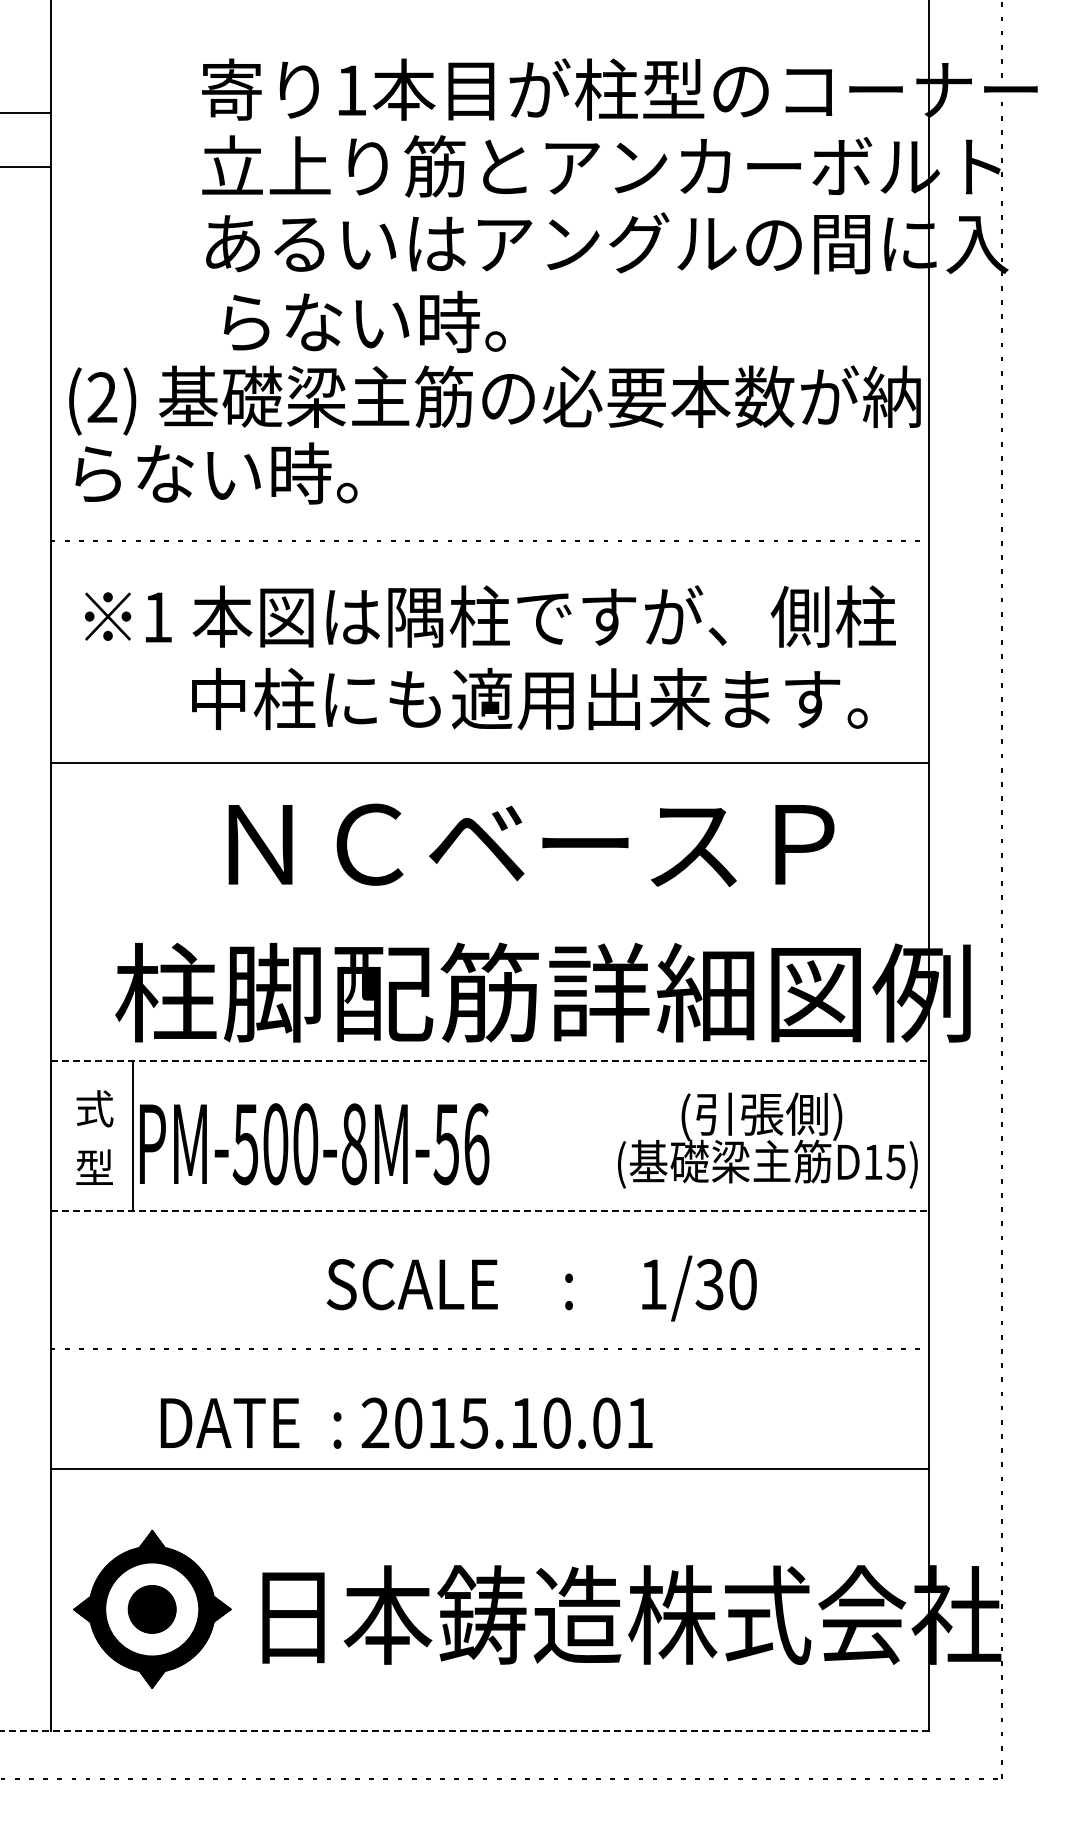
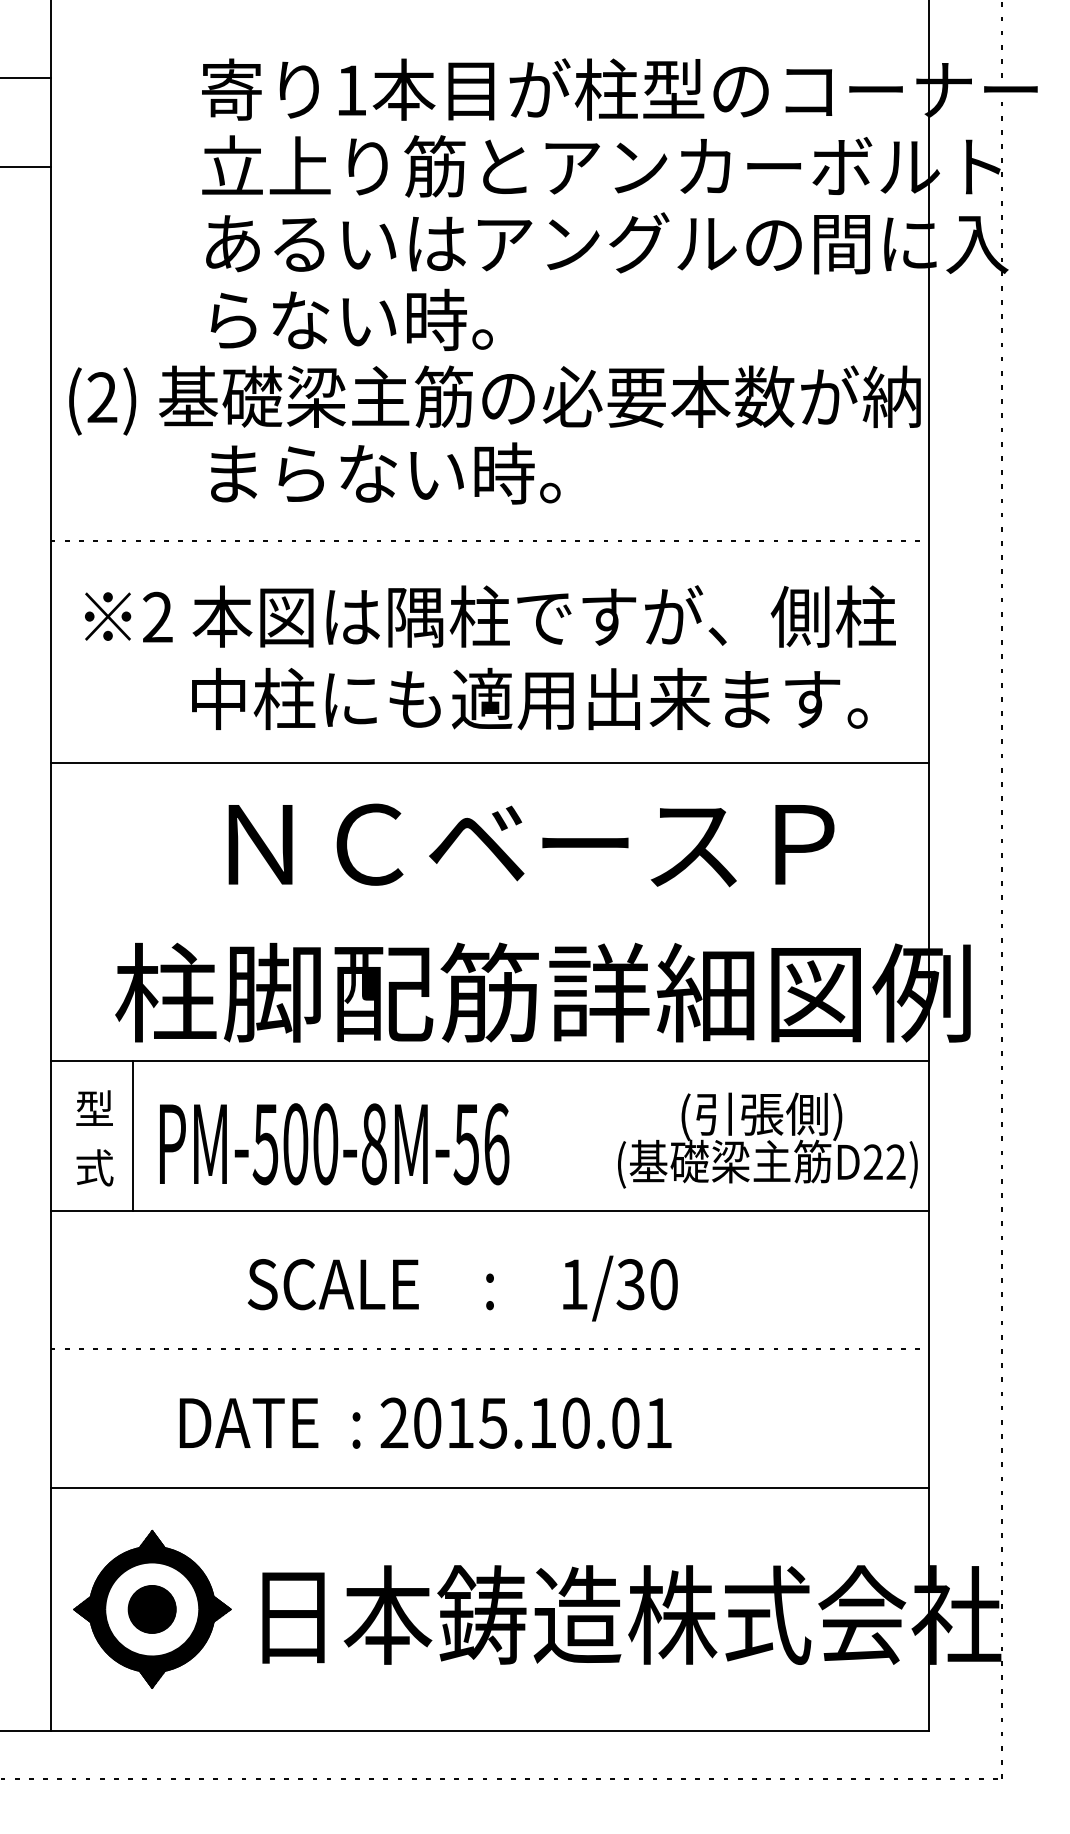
line at (26, 112) position: (26, 112) -> (26, 77)
text at (364, 321) position: (364, 321) -> (351, 319)
text at (317, 473): らない時。 -> まらない時。
text at (157, 616): 1 -> 2
line at (490, 1061): dashed -> solid
text at (94, 1108): 式 -> 型
text at (314, 1144) position: (314, 1144) -> (334, 1144)
text at (884, 1162): D15) -> D22)
text at (94, 1167): 型 -> 式
line at (490, 1210): dashed -> solid
text at (541, 1288) position: (541, 1288) -> (462, 1288)
text at (406, 1422) position: (406, 1422) -> (425, 1422)
line at (489, 1468) position: (489, 1468) -> (489, 1487)
line at (464, 1731): dashed -> solid
